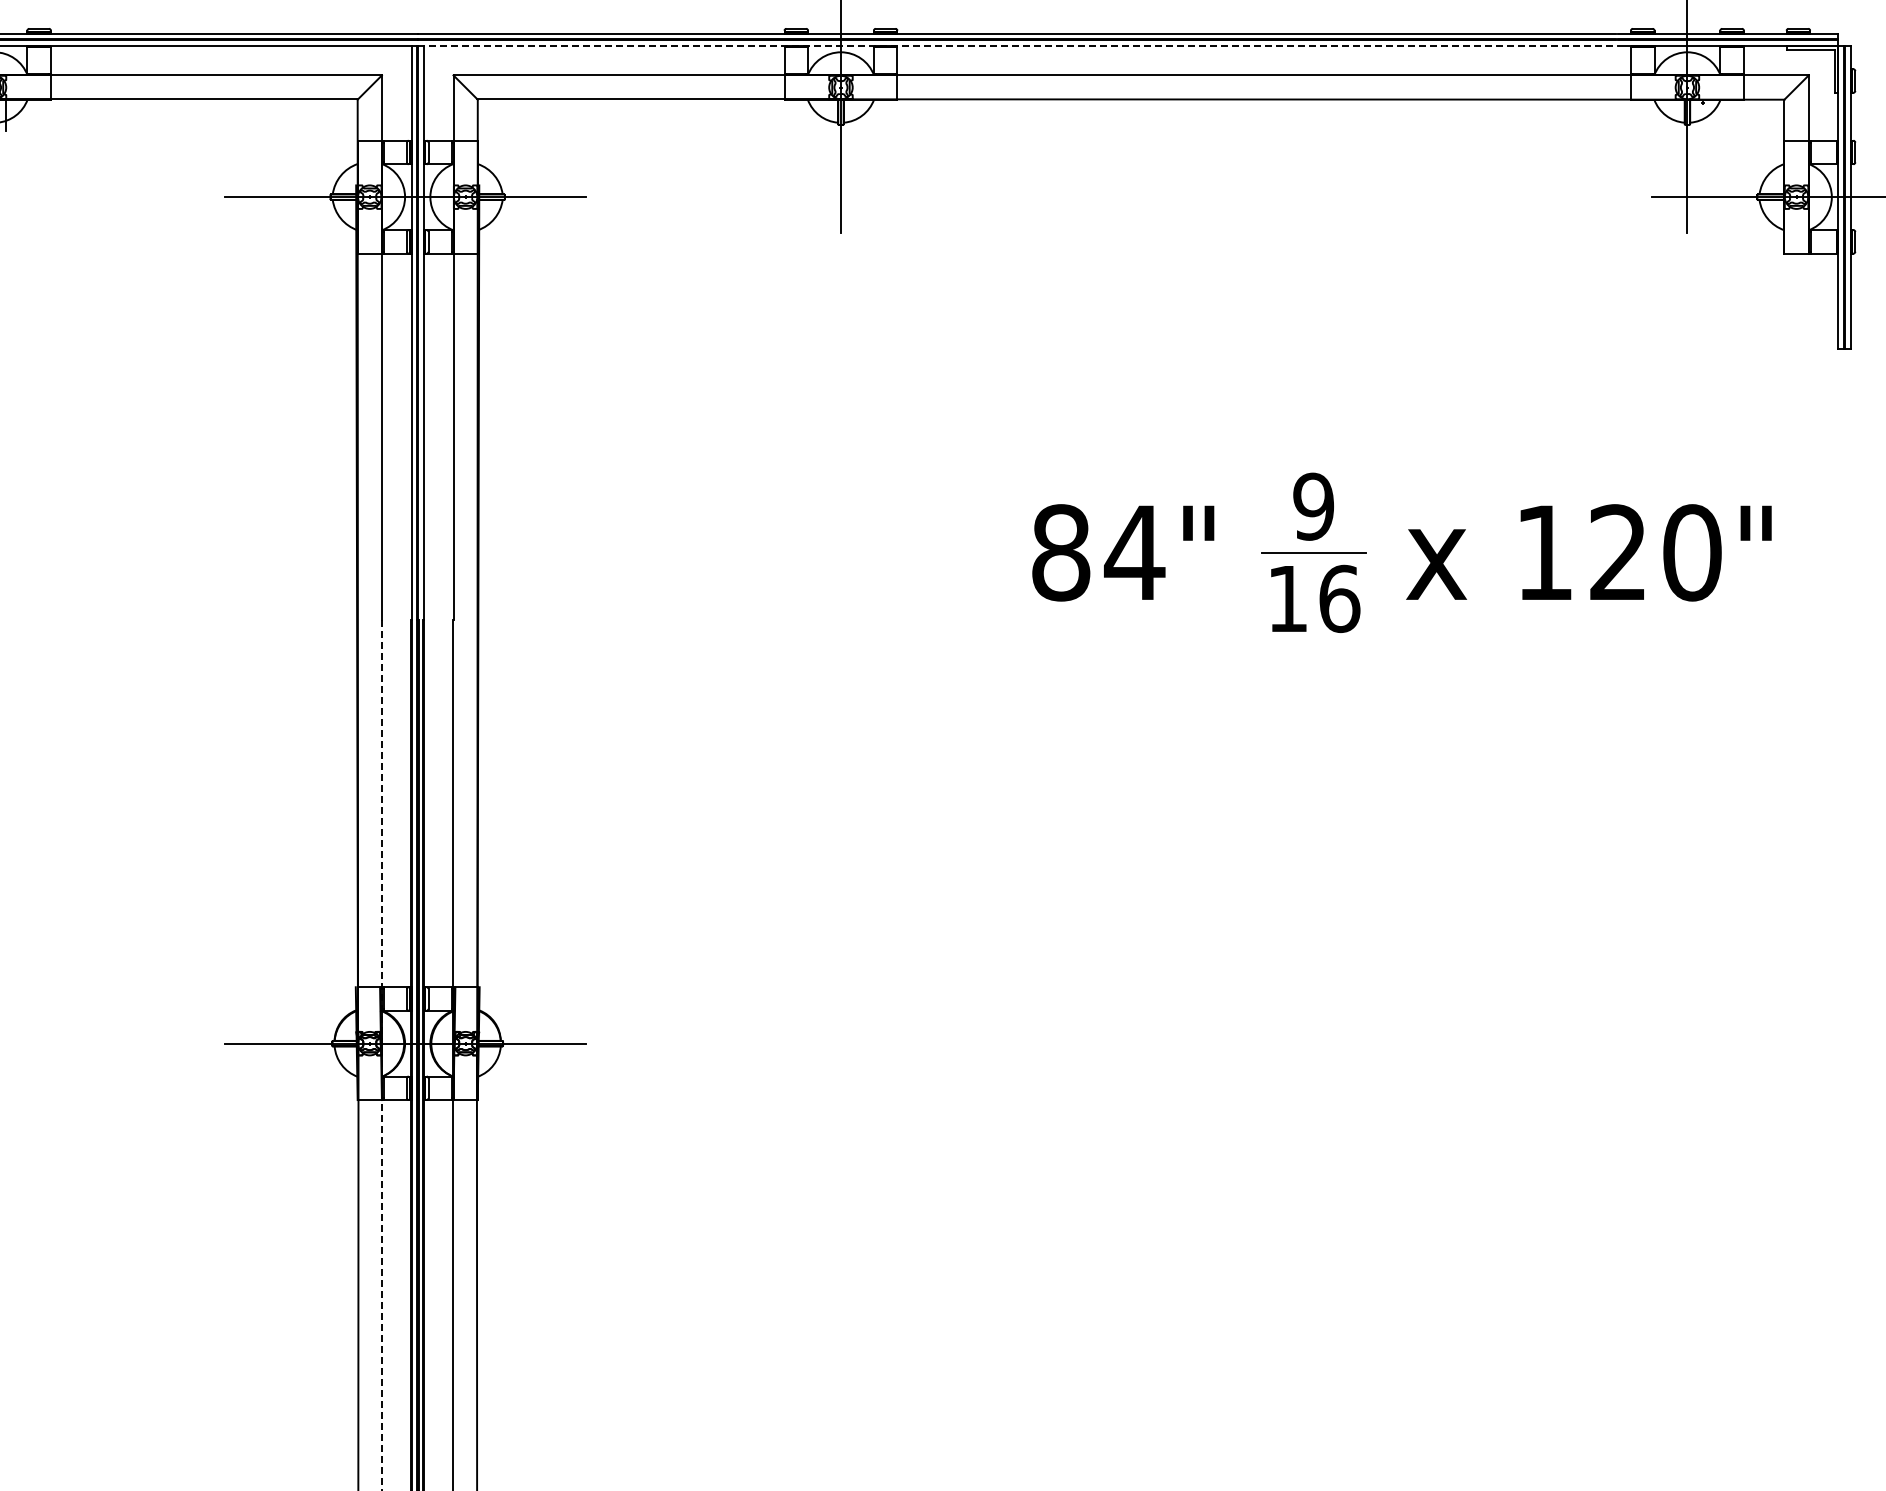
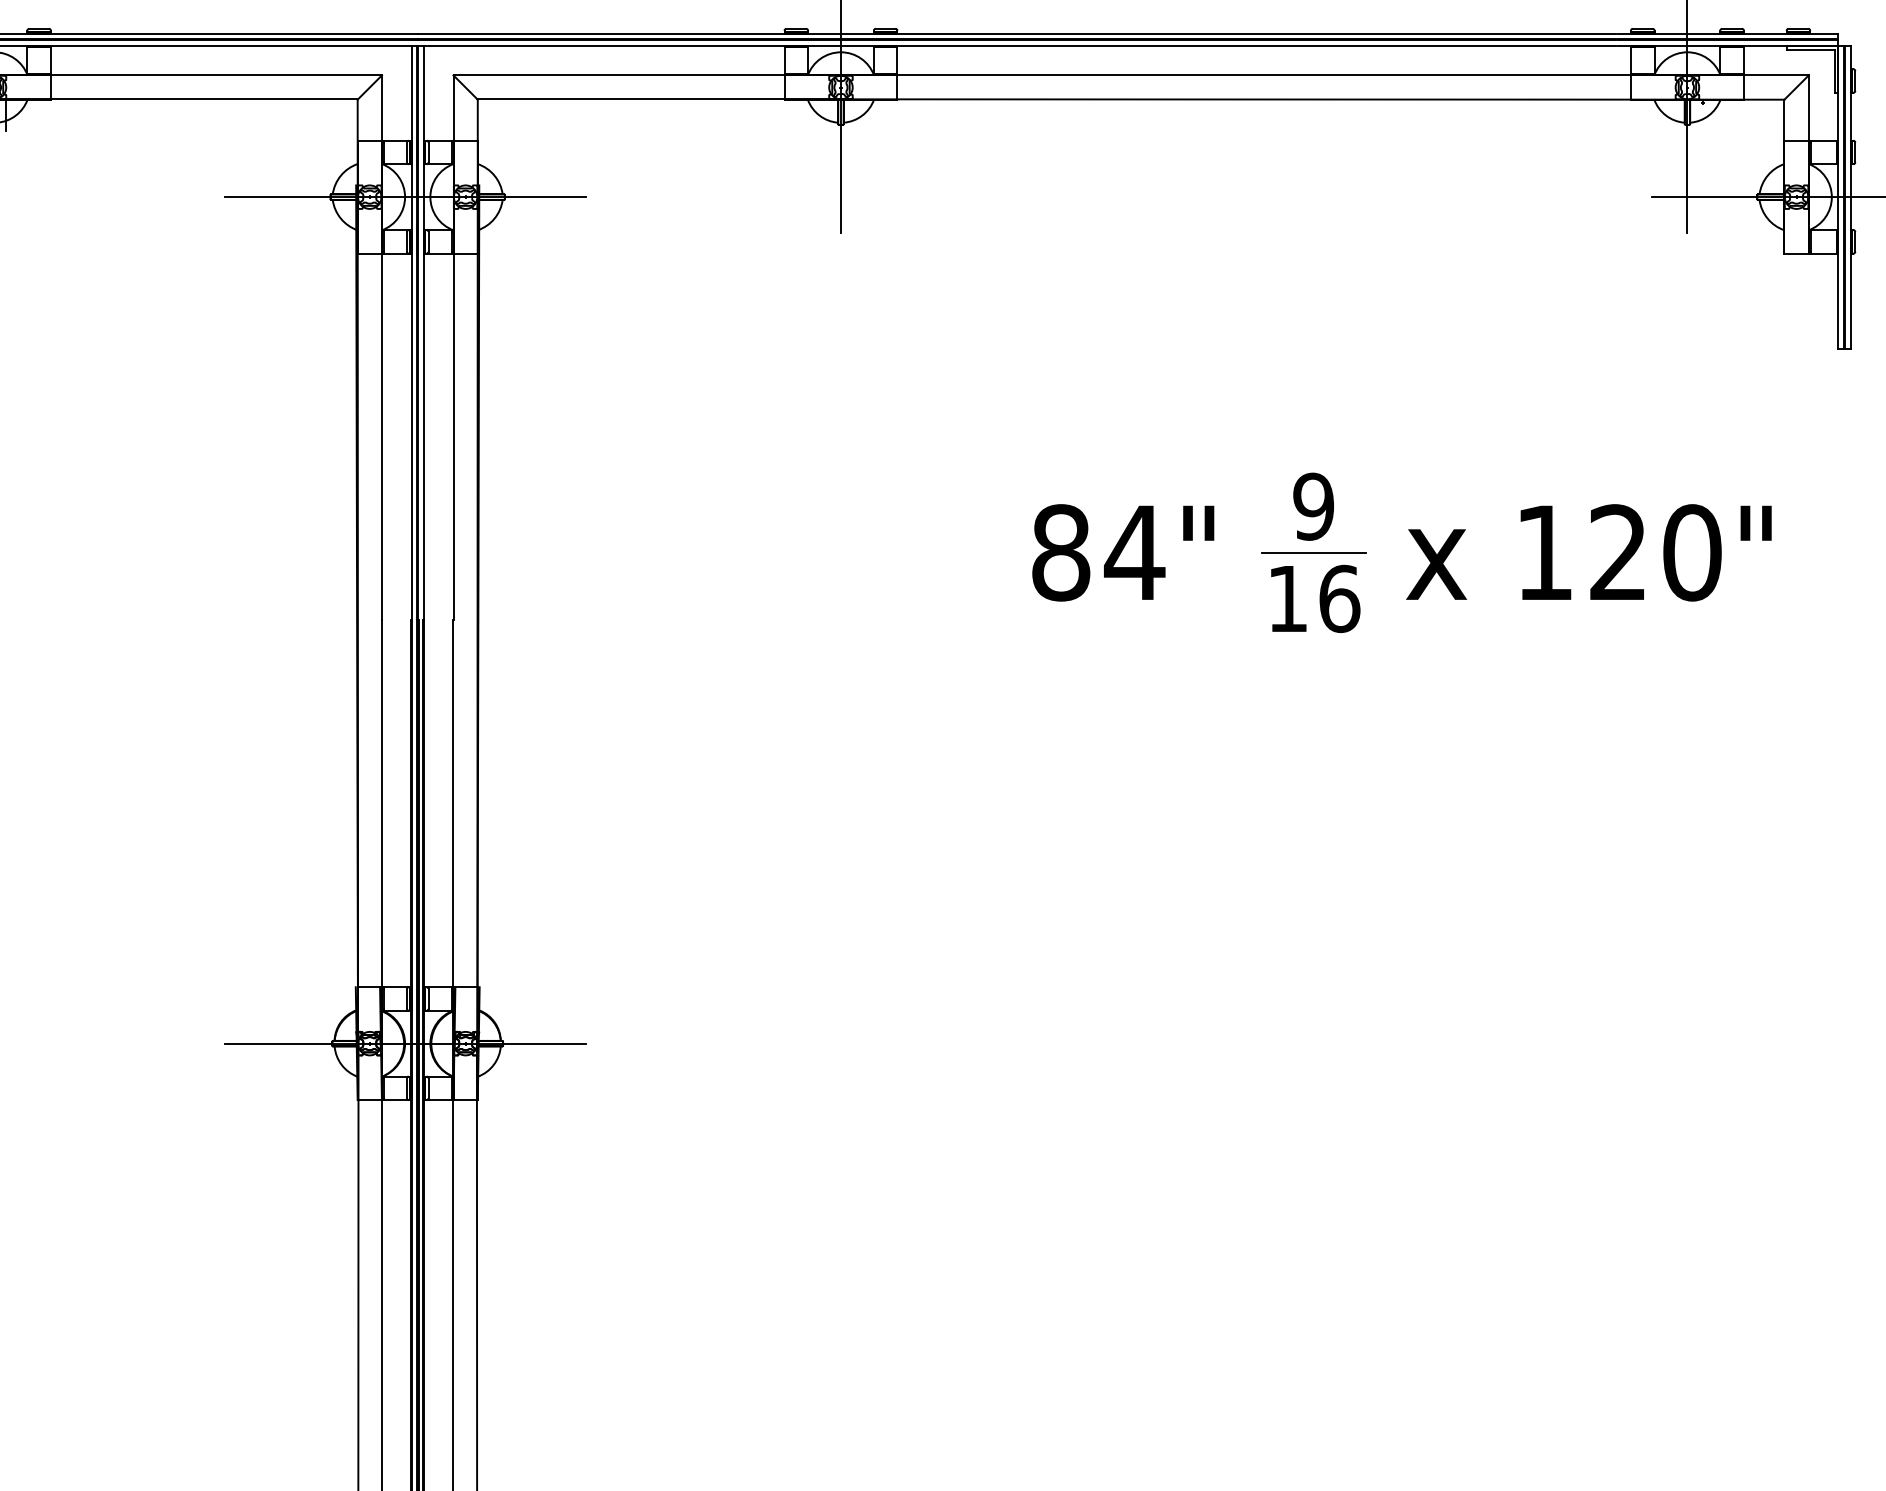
line at (1017, 45): dashed -> solid
line at (382, 1055): dashed -> solid
